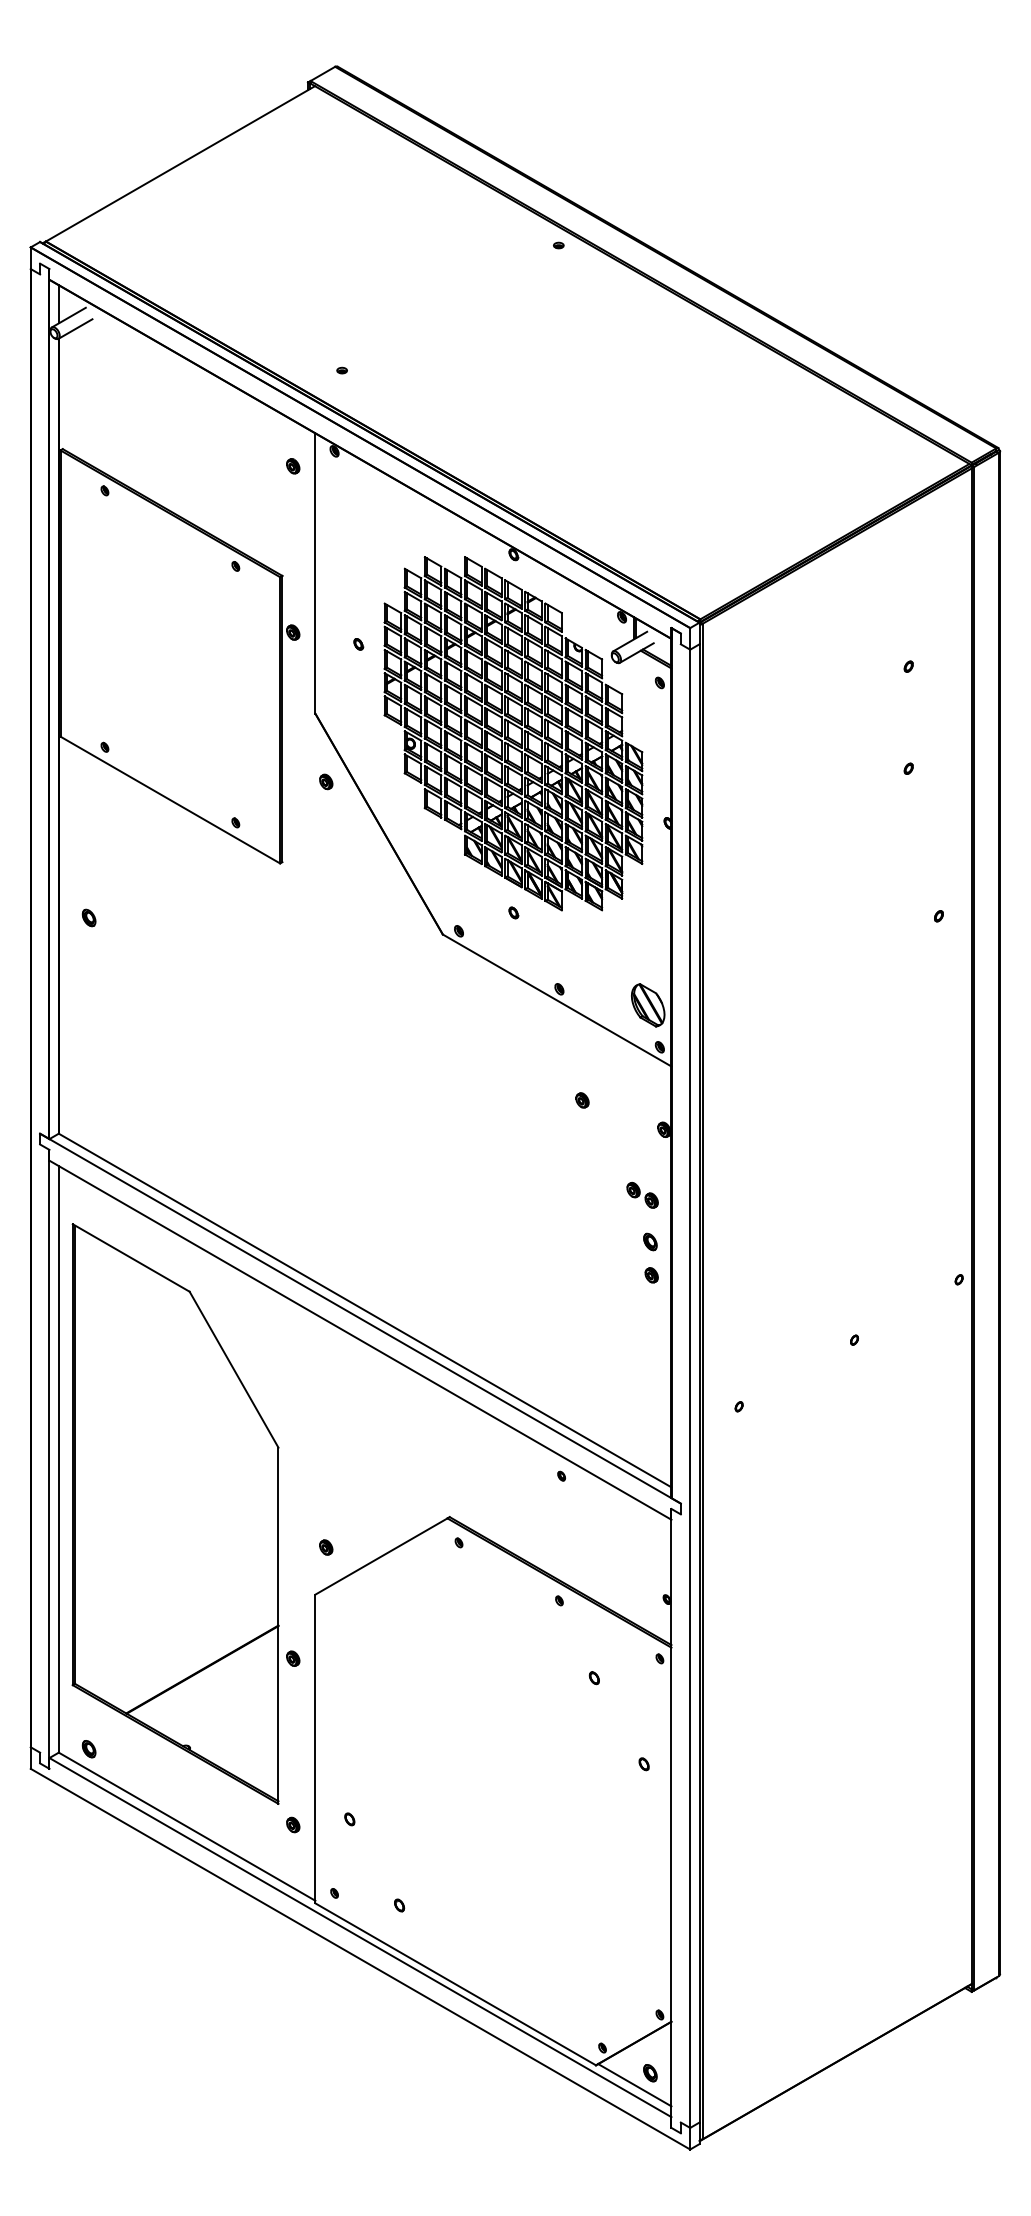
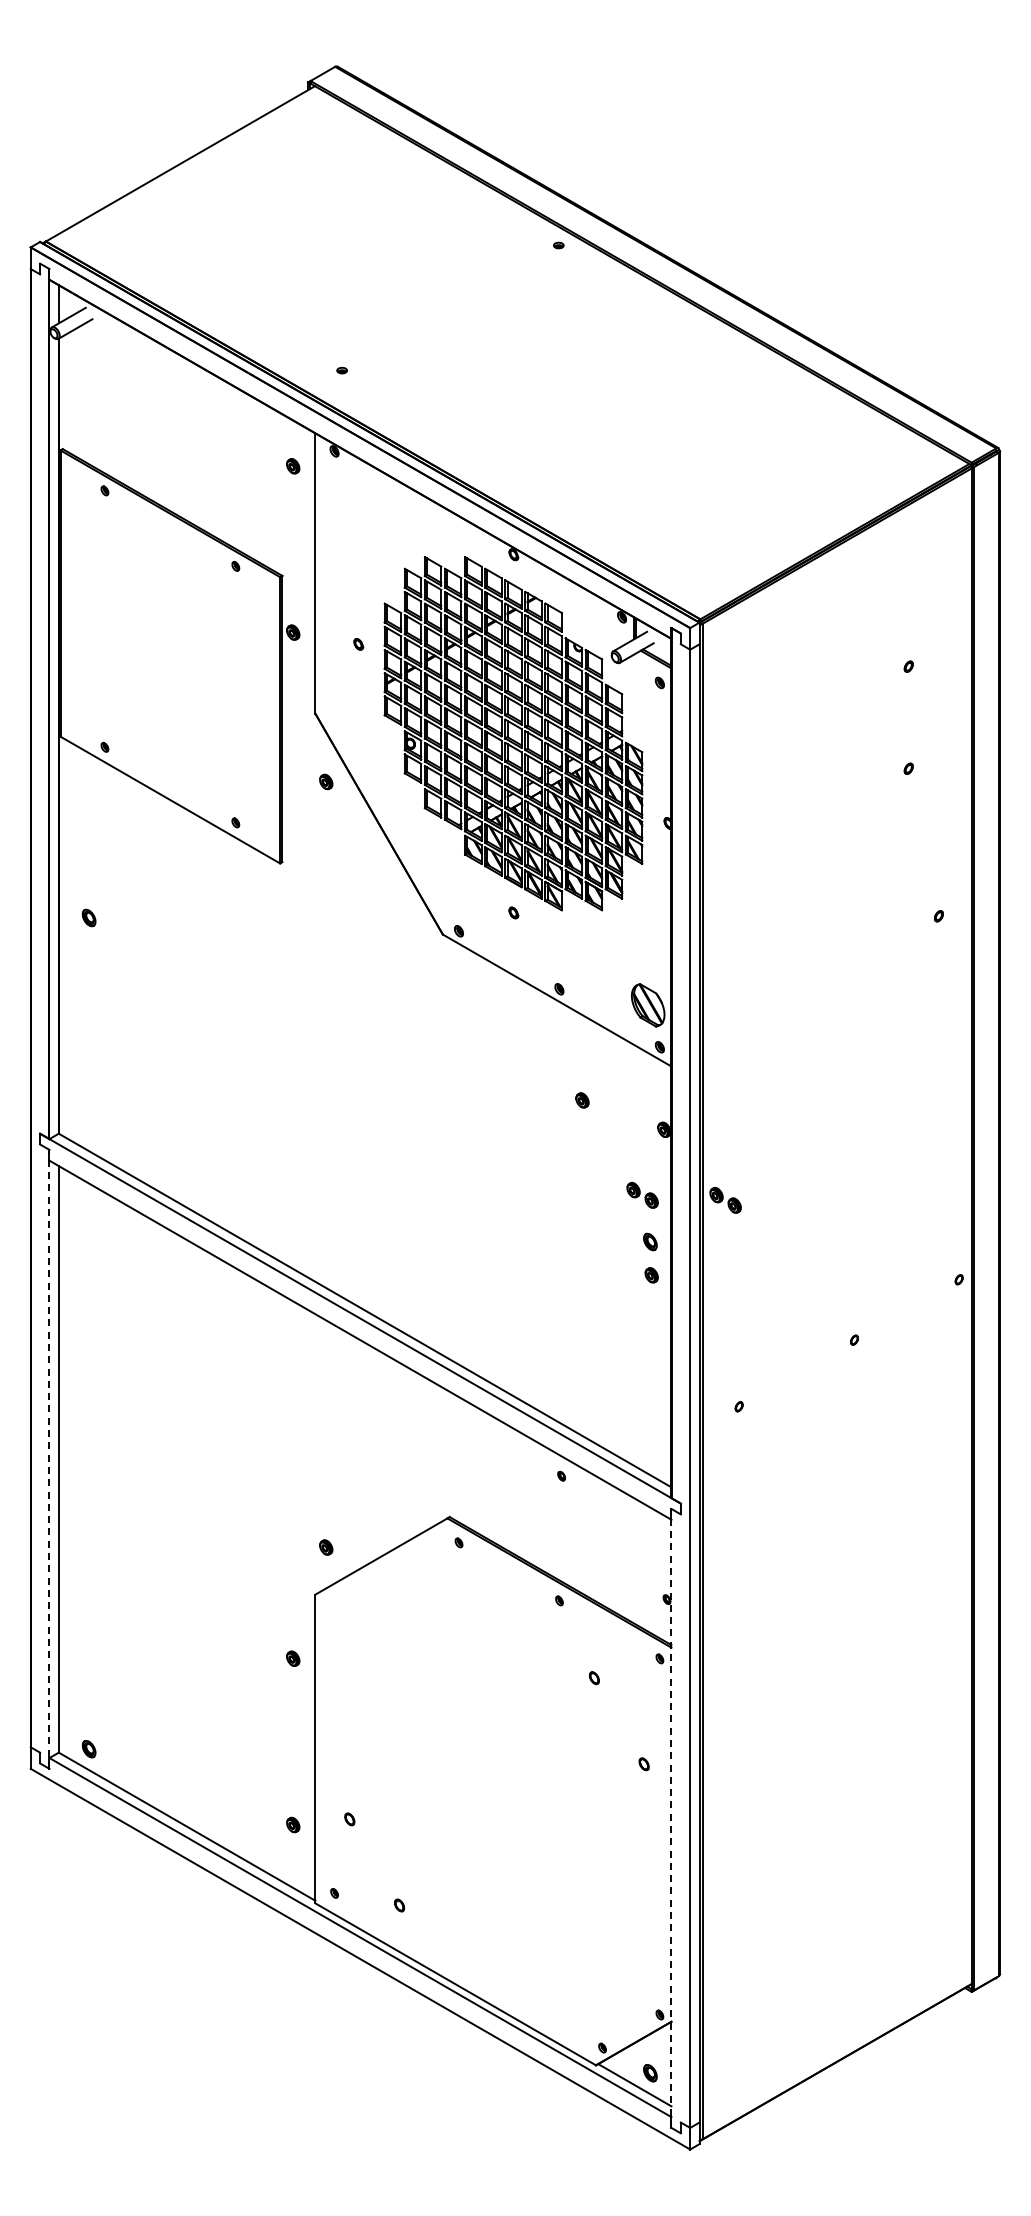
part at (725, 1199): none -> present
line at (49, 1458): solid -> dashed
part at (175, 1513): present -> none
line at (671, 1817): solid -> dashed
